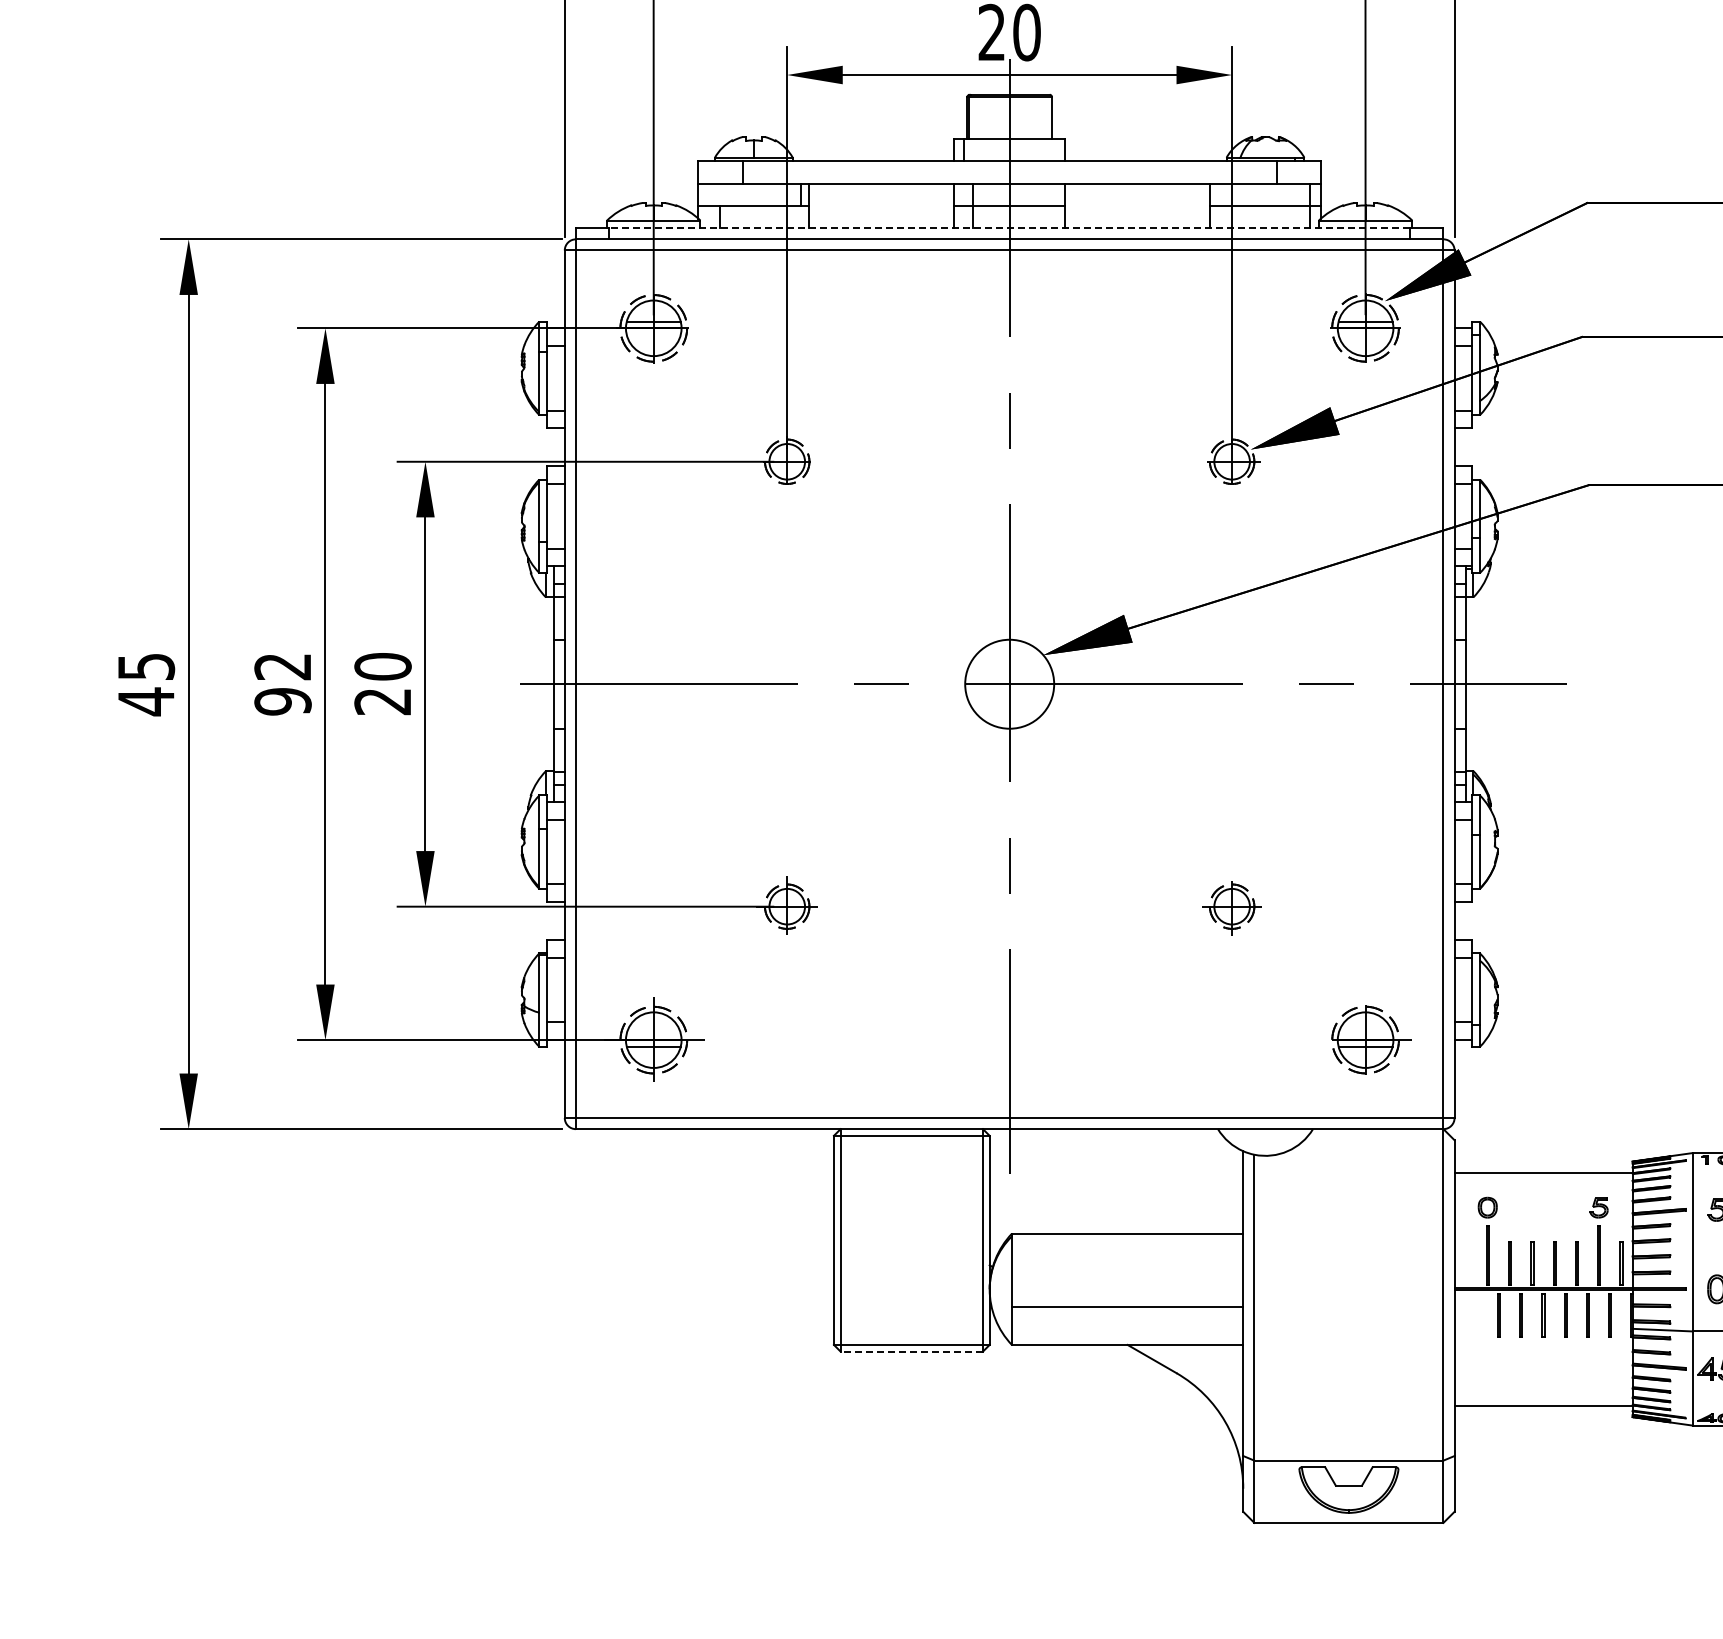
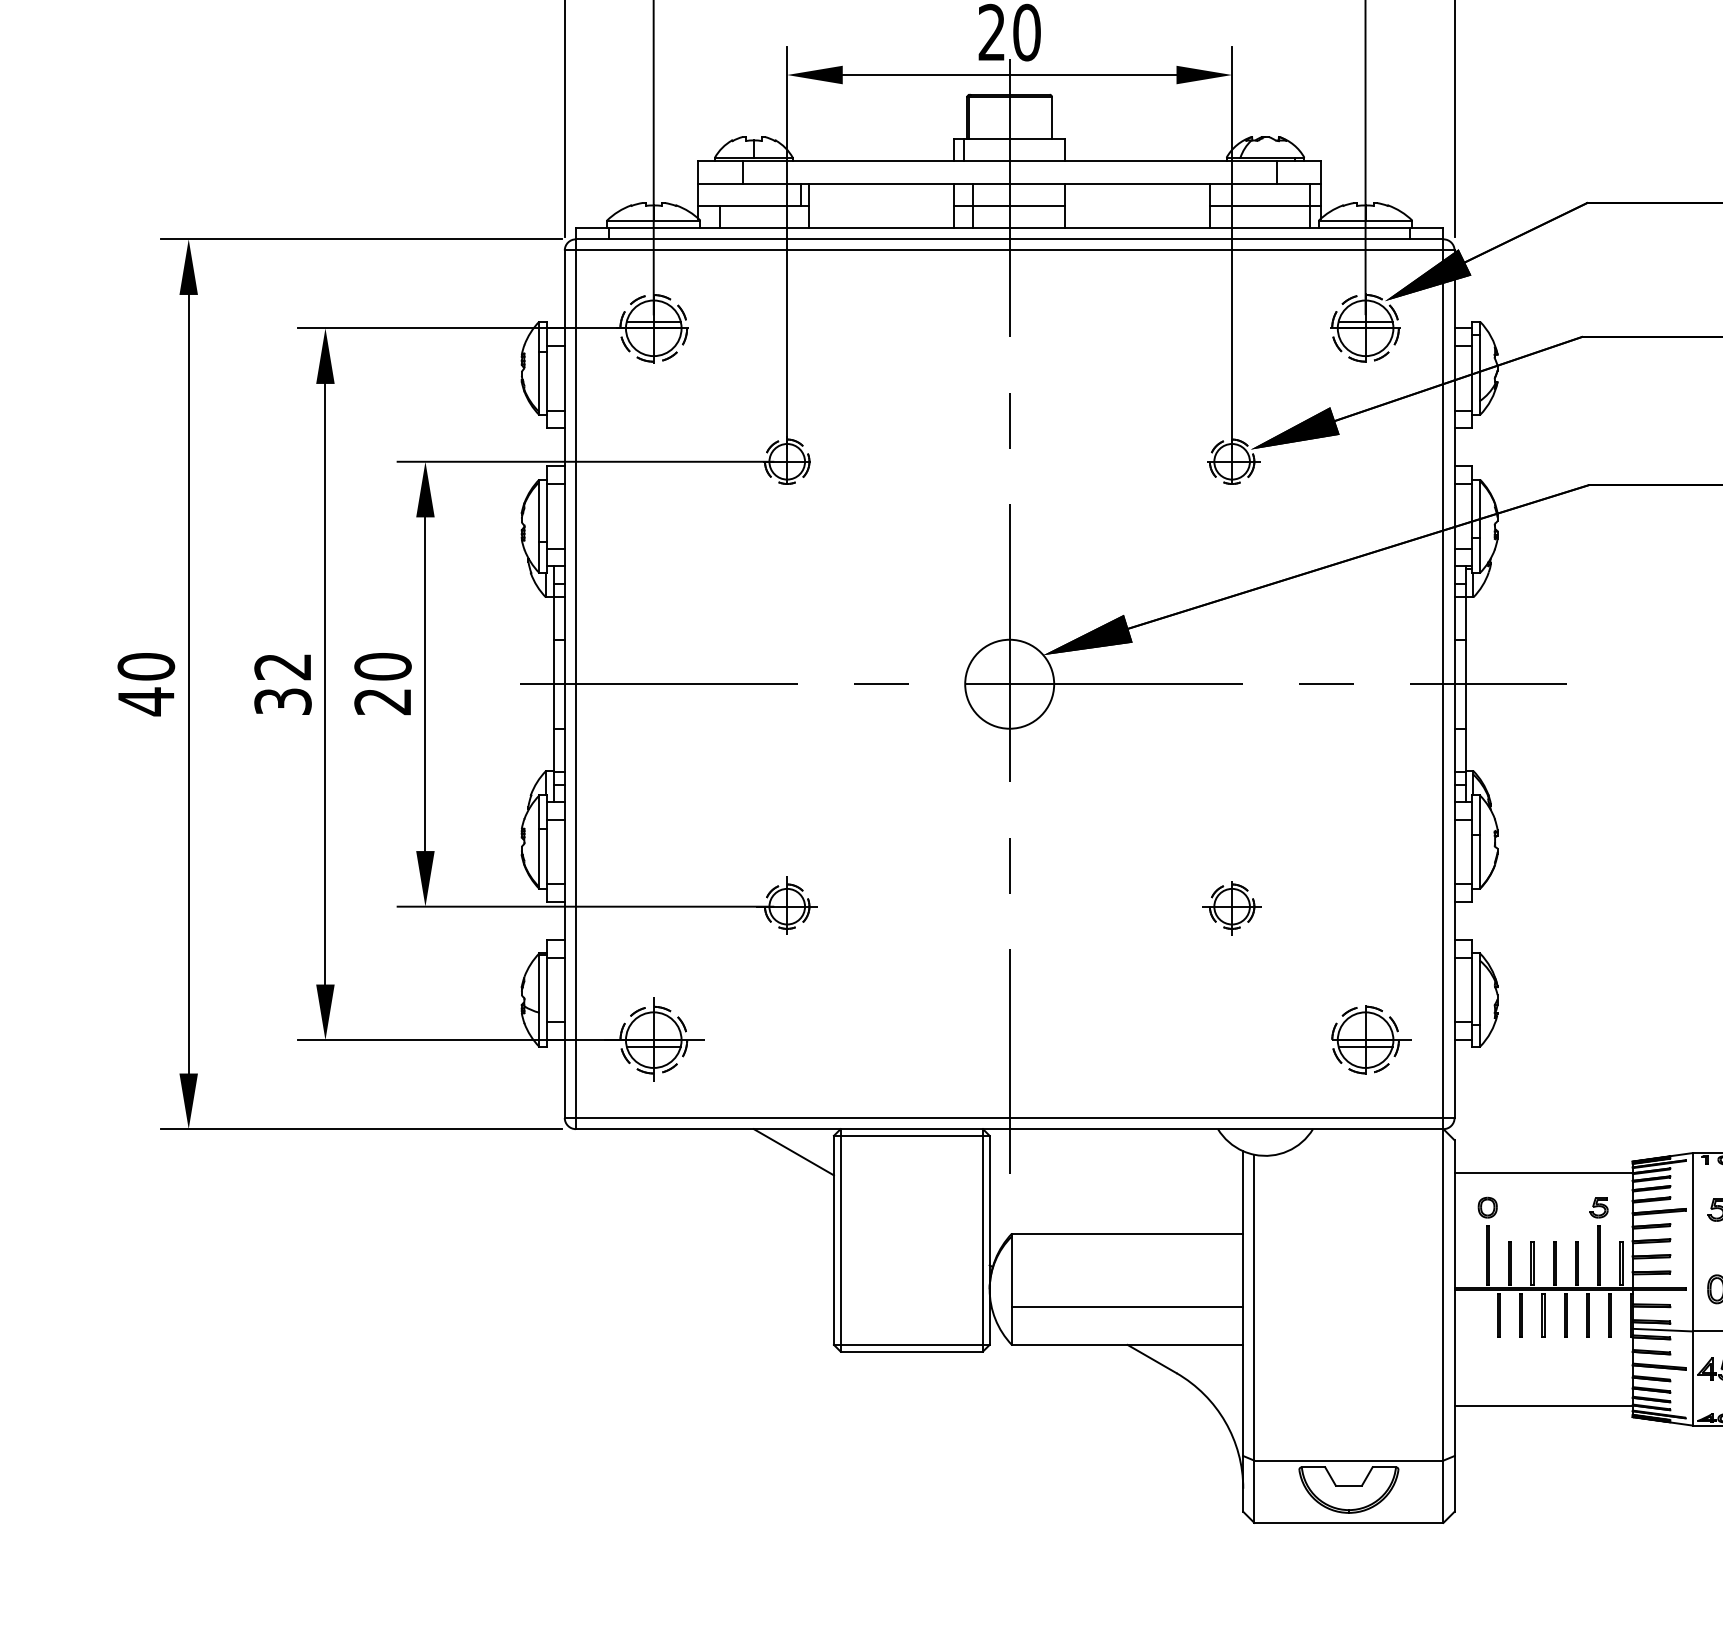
line at (1009, 228): dashed -> solid
text at (146, 666): 45 -> 40
text at (282, 701): 92 -> 32
line at (793, 1152): none -> present
line at (911, 1351): dashed -> solid
